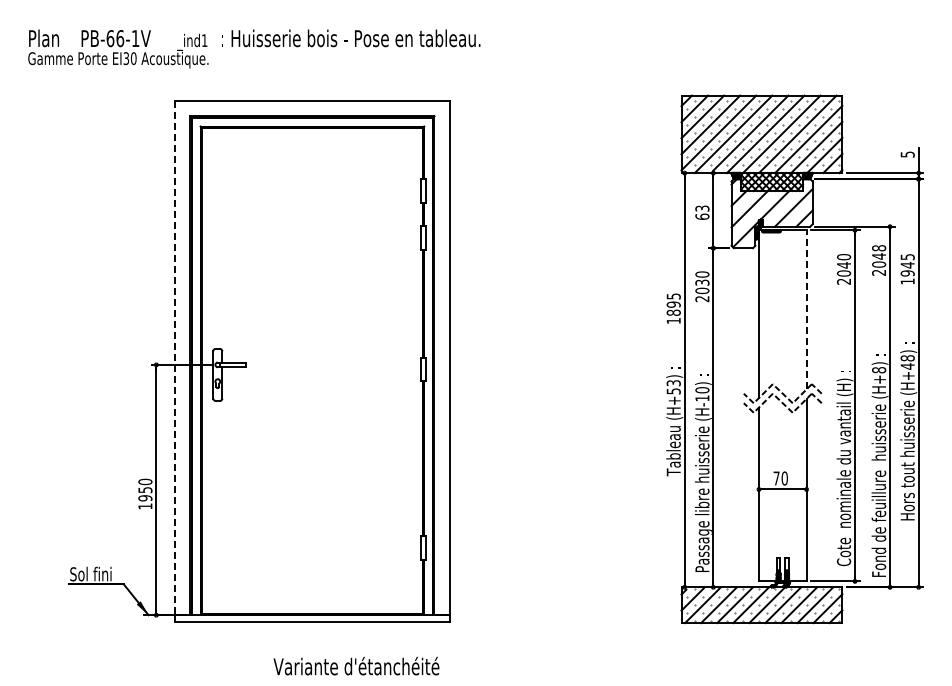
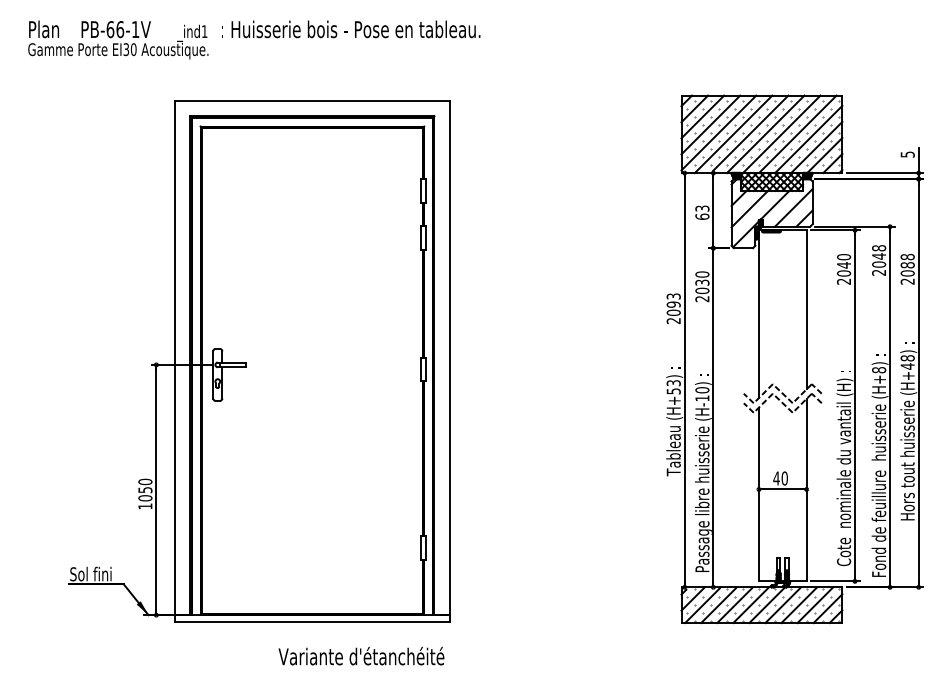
text at (254, 48) position: (254, 48) -> (254, 39)
text at (907, 269): 1945 -> 2088
text at (673, 308): 1895 -> 2093
line at (806, 309): dashed -> solid
line at (174, 358): dashed -> solid
text at (776, 478): 70 -> 40
text at (145, 498): 1950 -> 1050
text at (356, 665) position: (356, 665) -> (361, 655)
